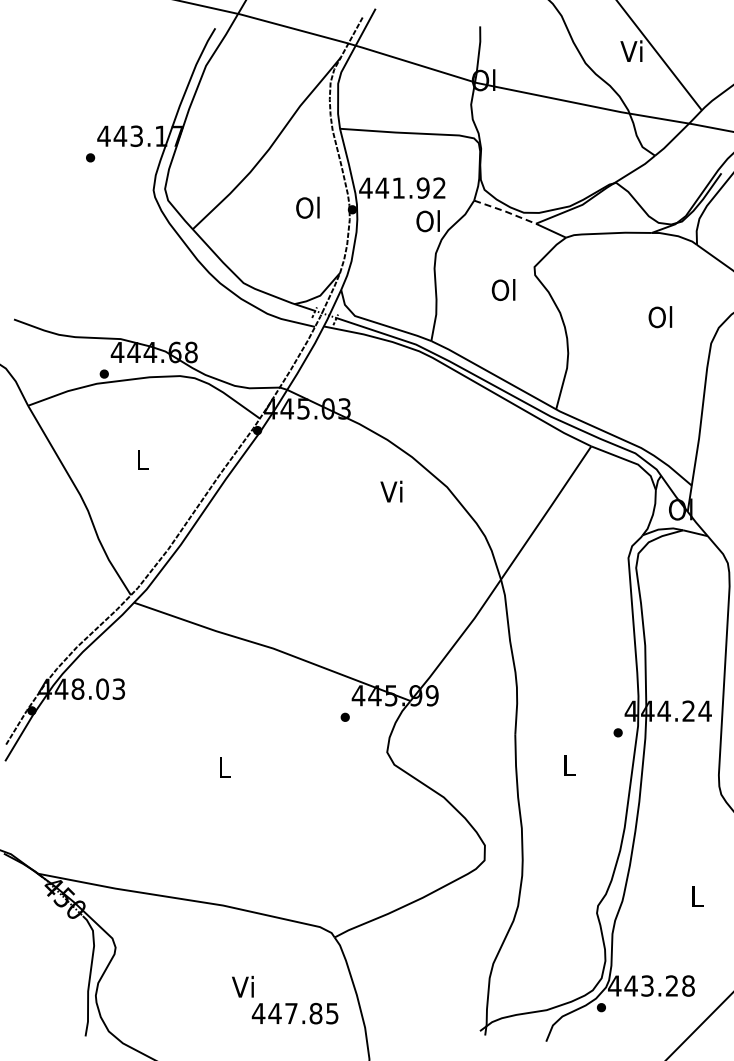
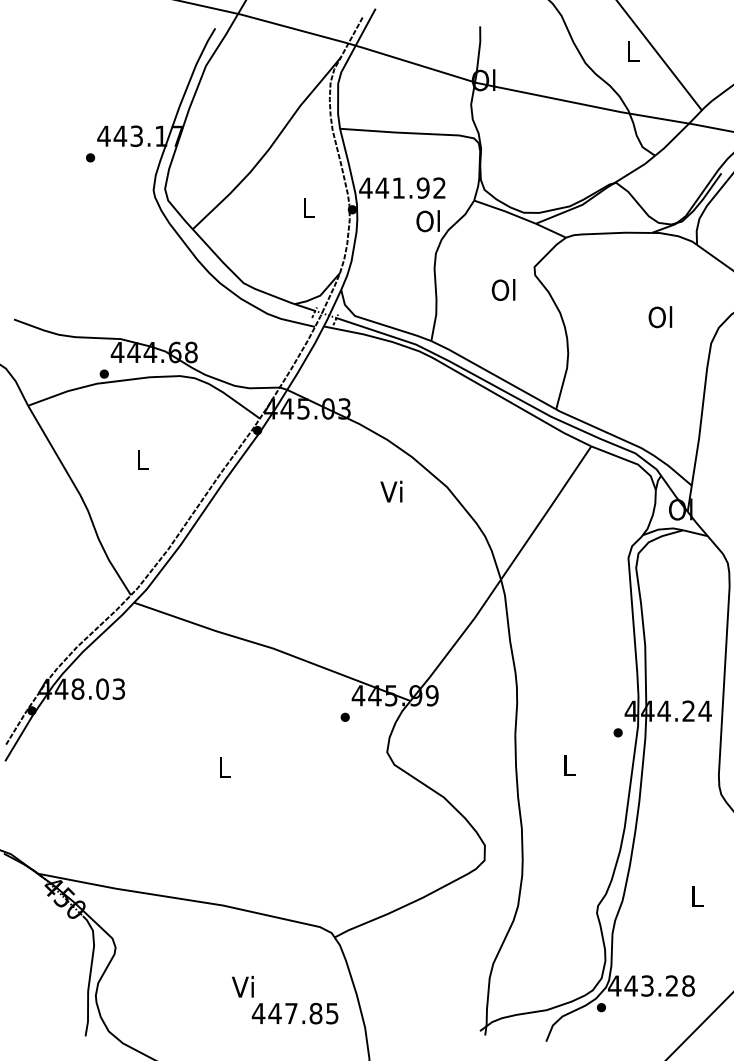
text at (631, 50): Vi -> L
text at (307, 207): Ol -> L
line at (505, 211): dashed -> solid
